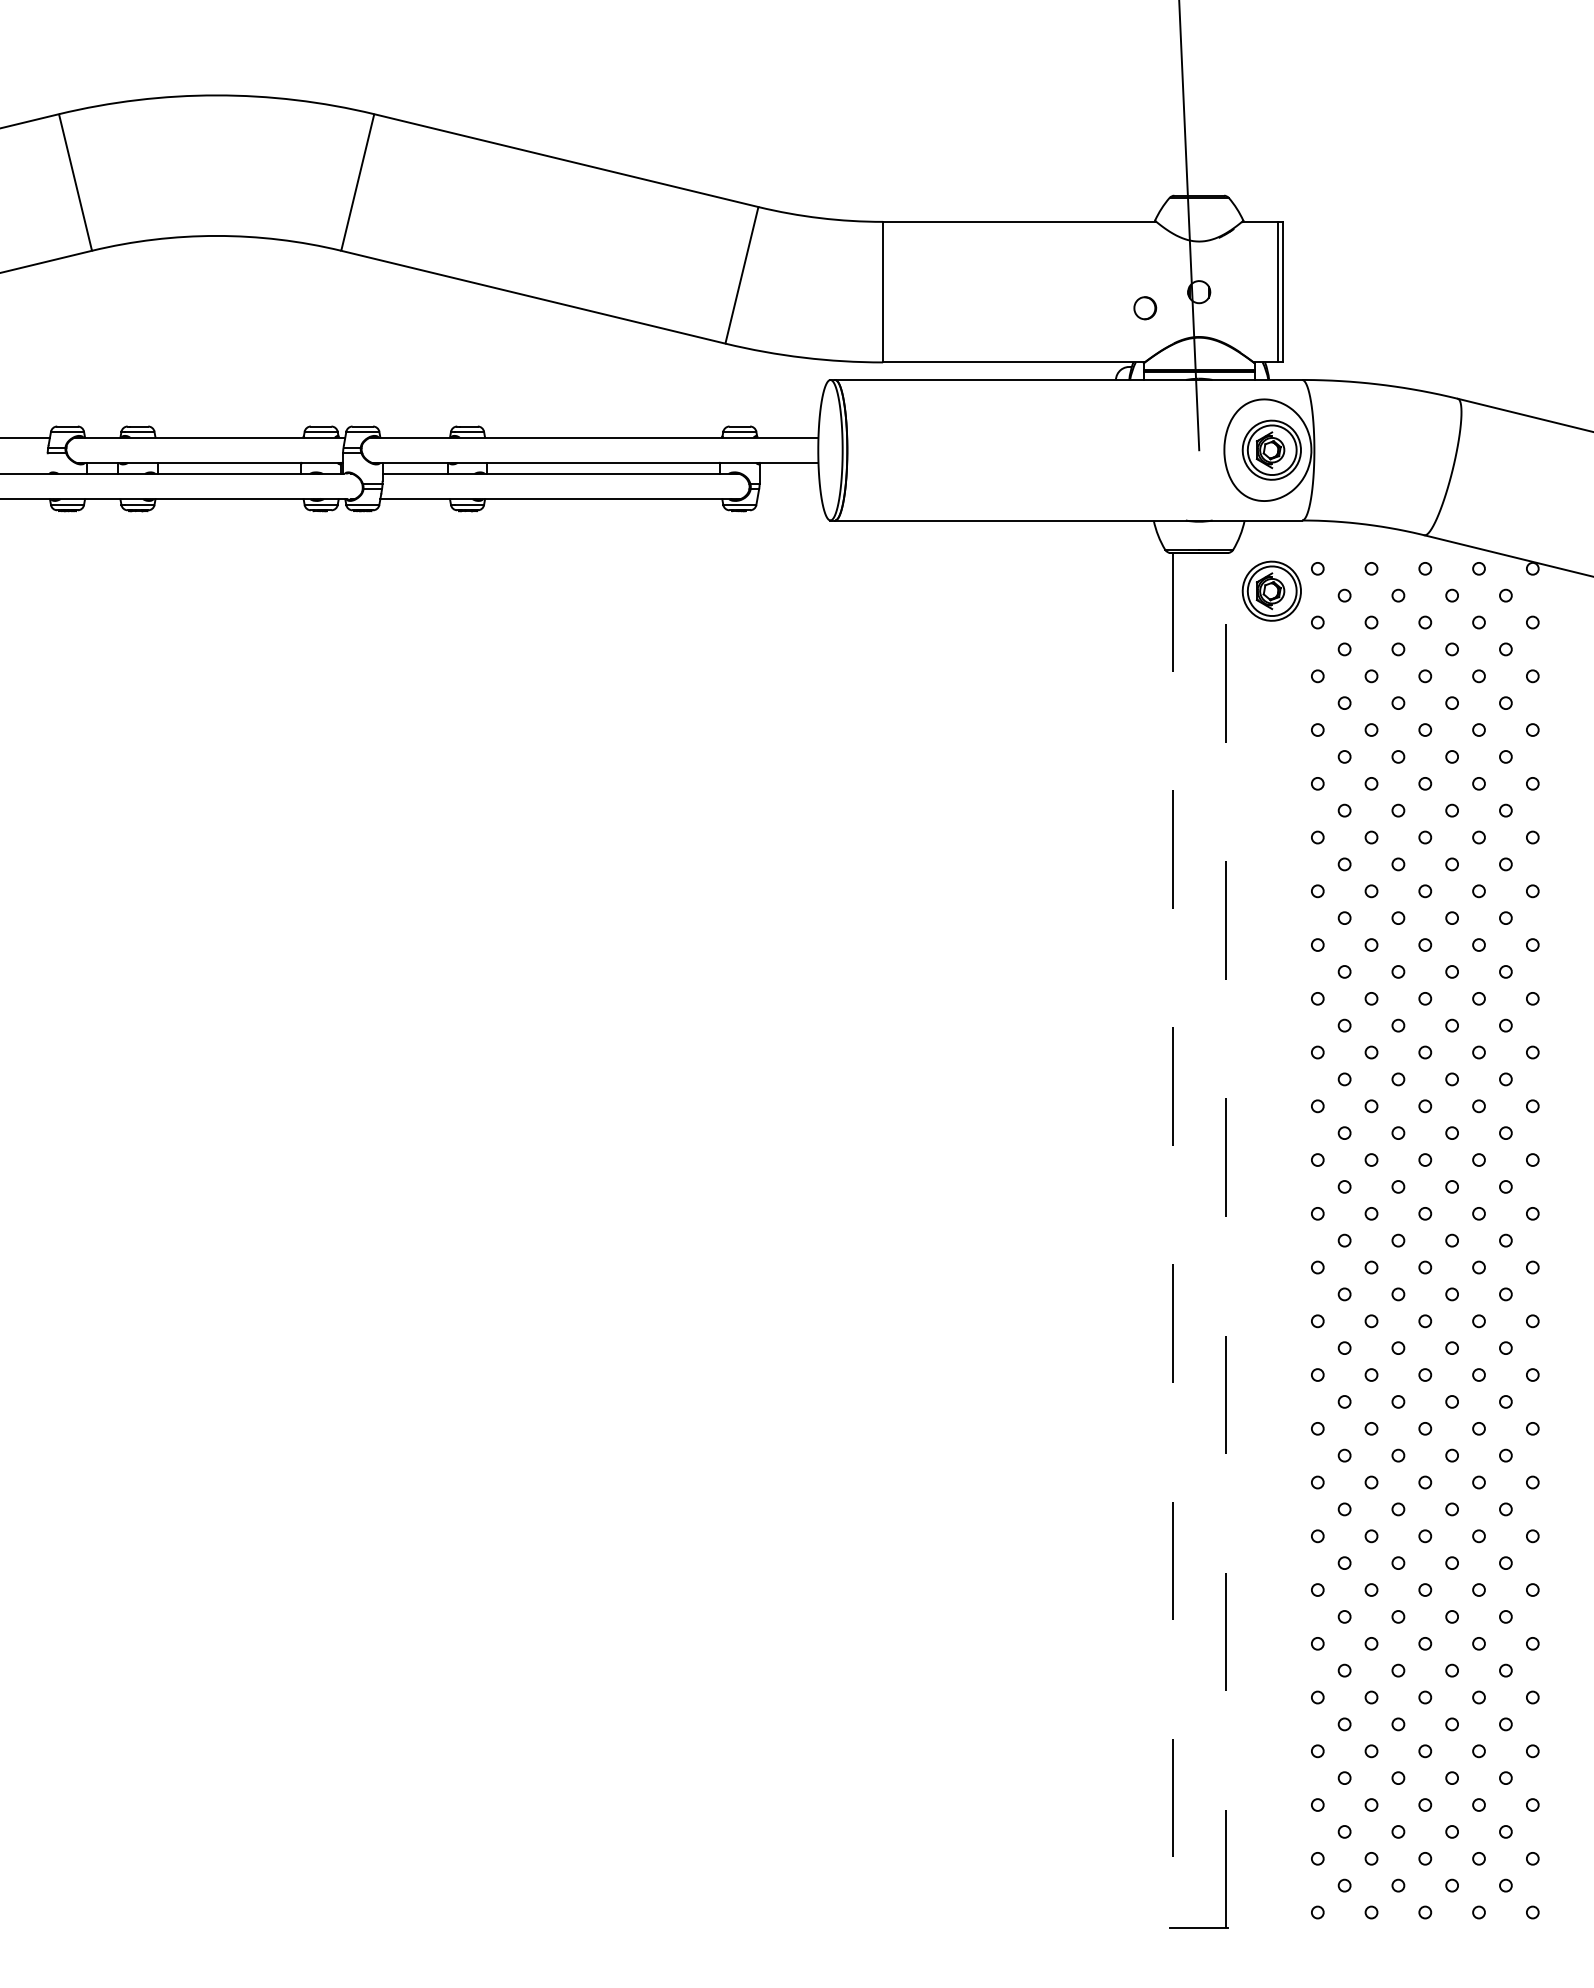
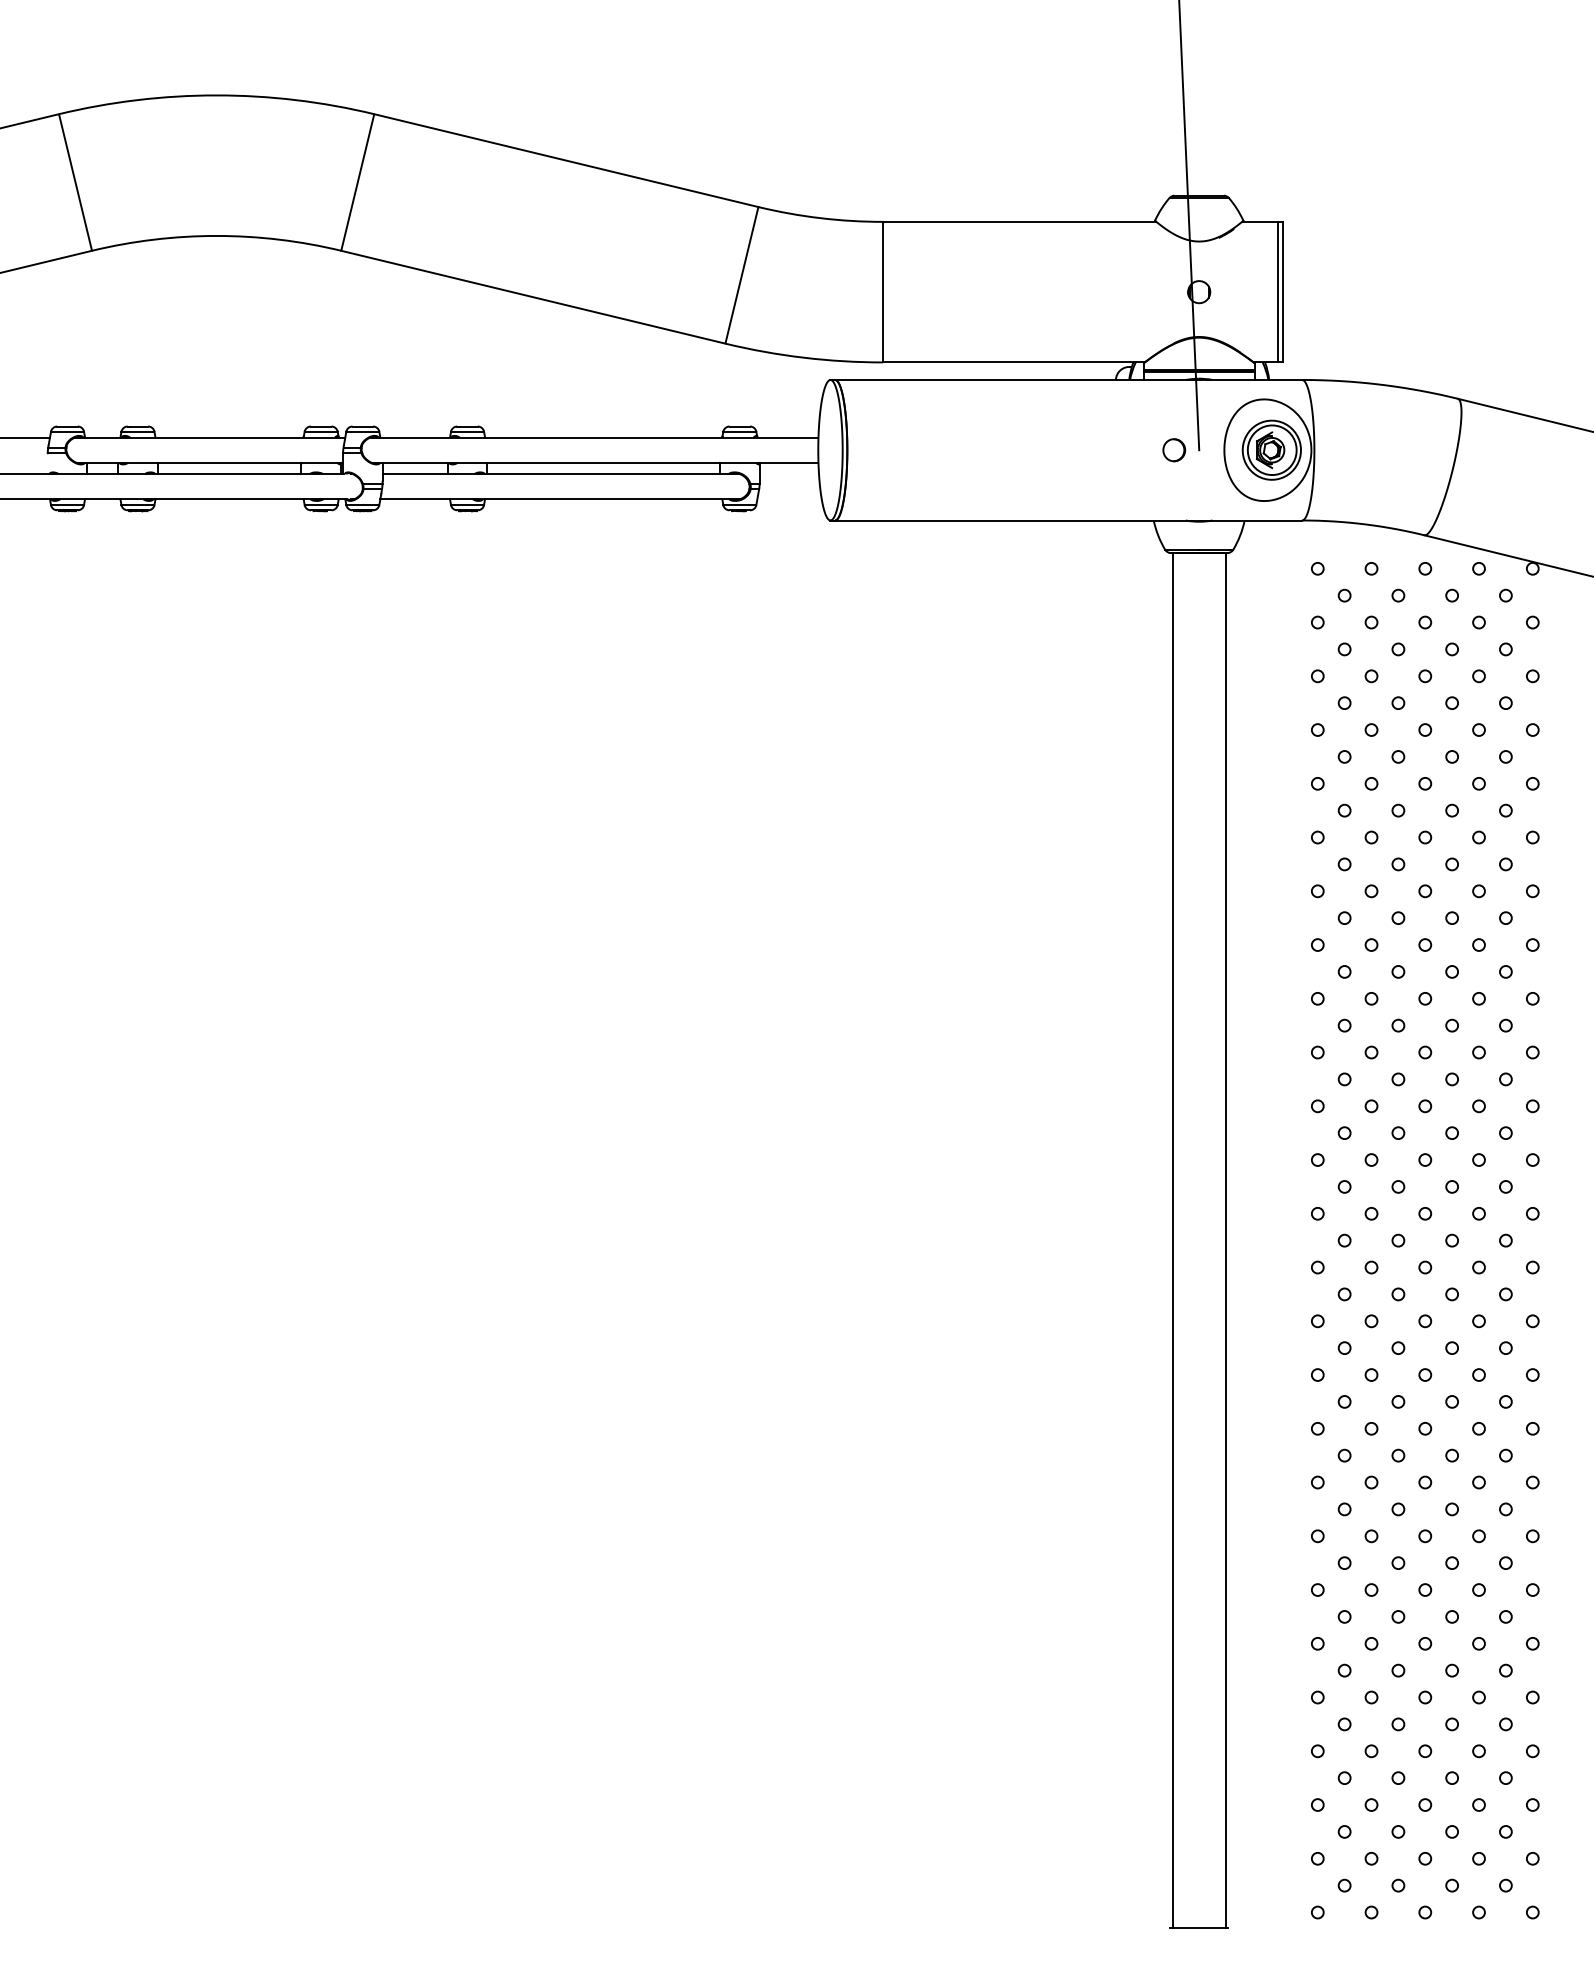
part at (1145, 308) position: (1145, 308) -> (1174, 450)
part at (1271, 590): present -> none
line at (1172, 1240): dashed -> solid
line at (1225, 1240): dashed -> solid
